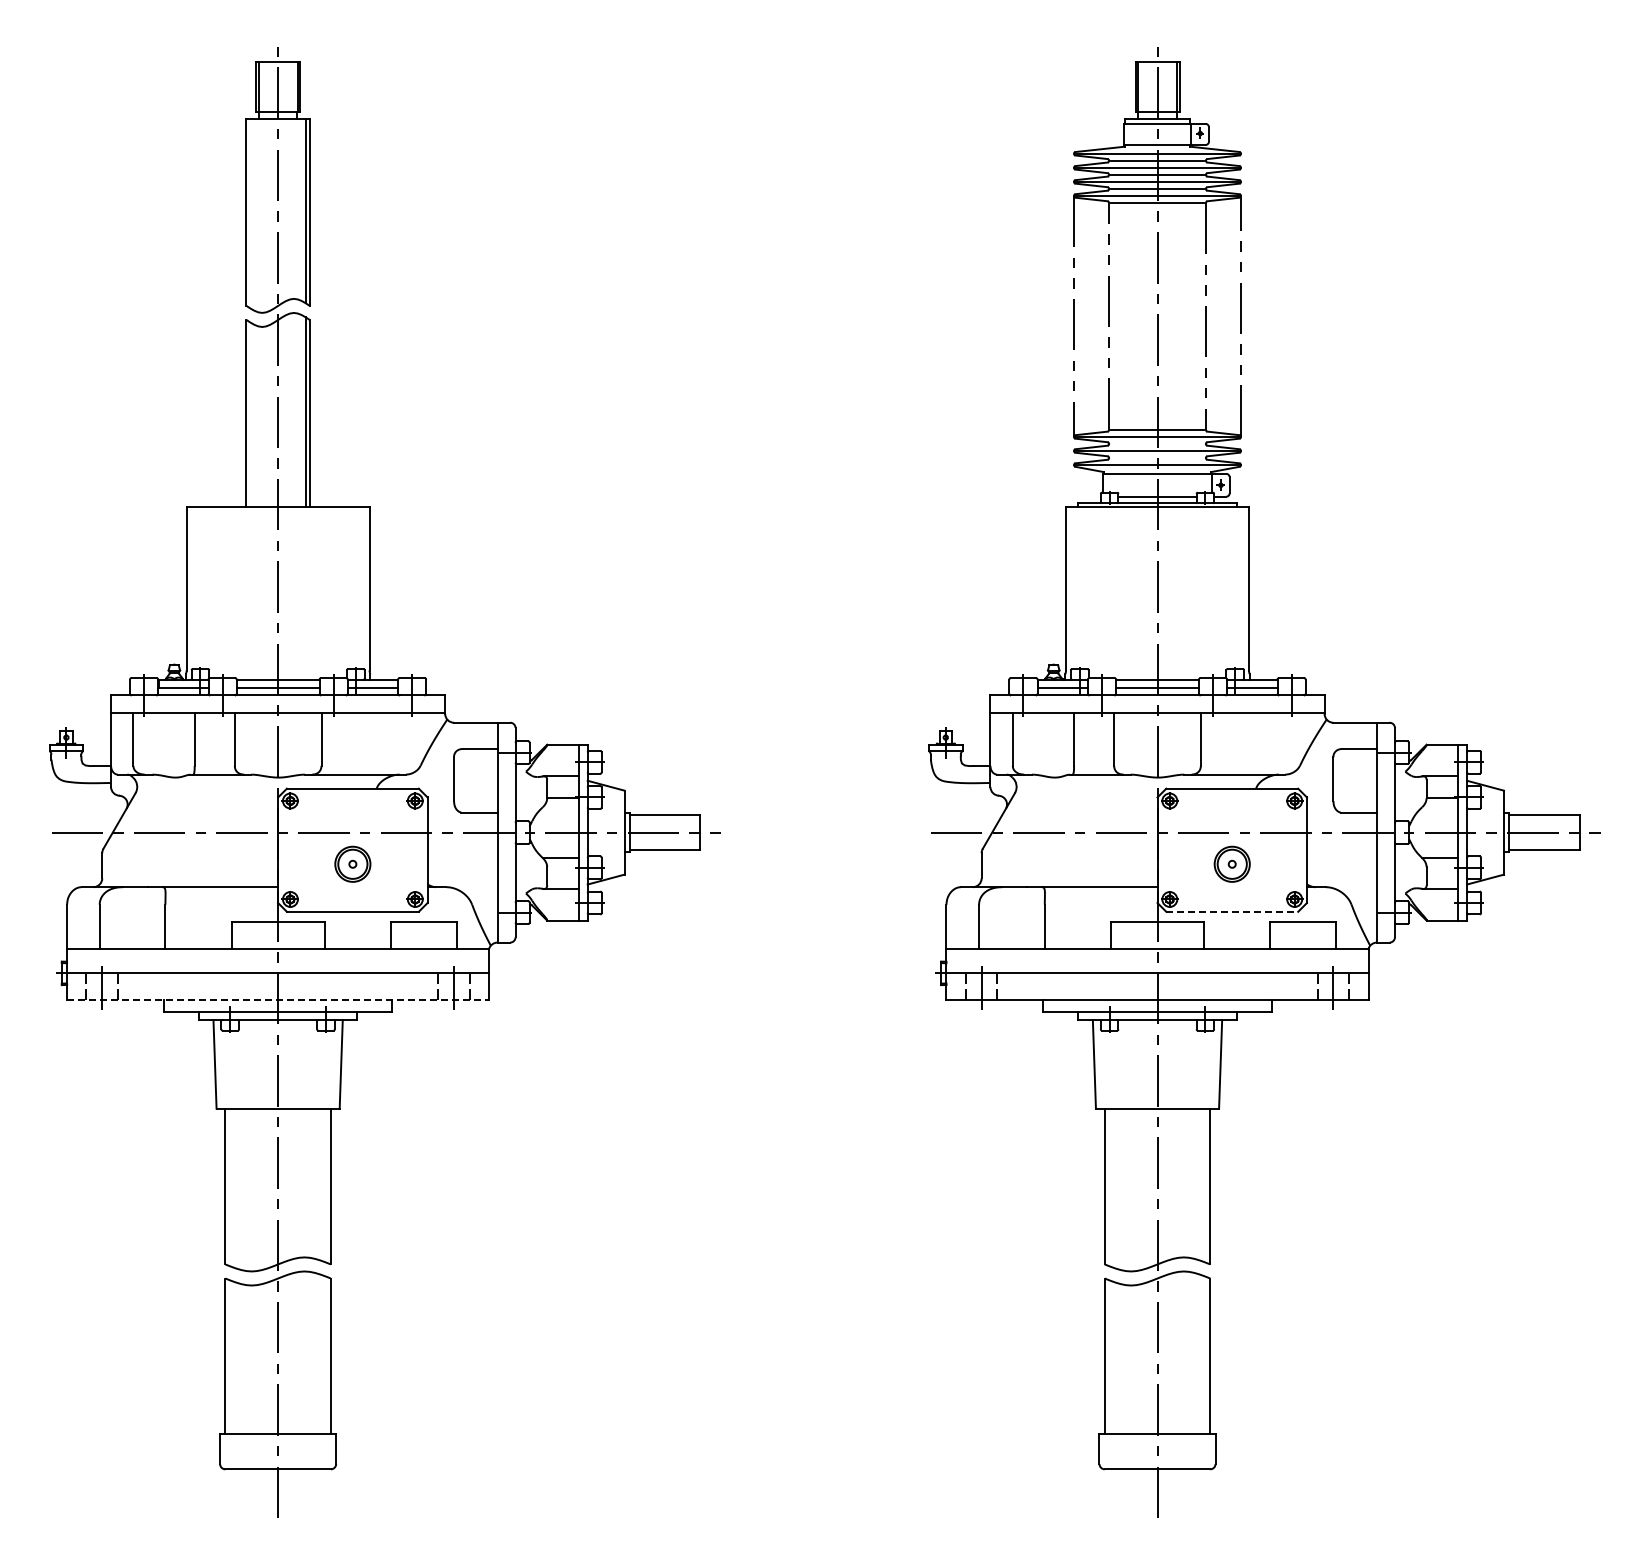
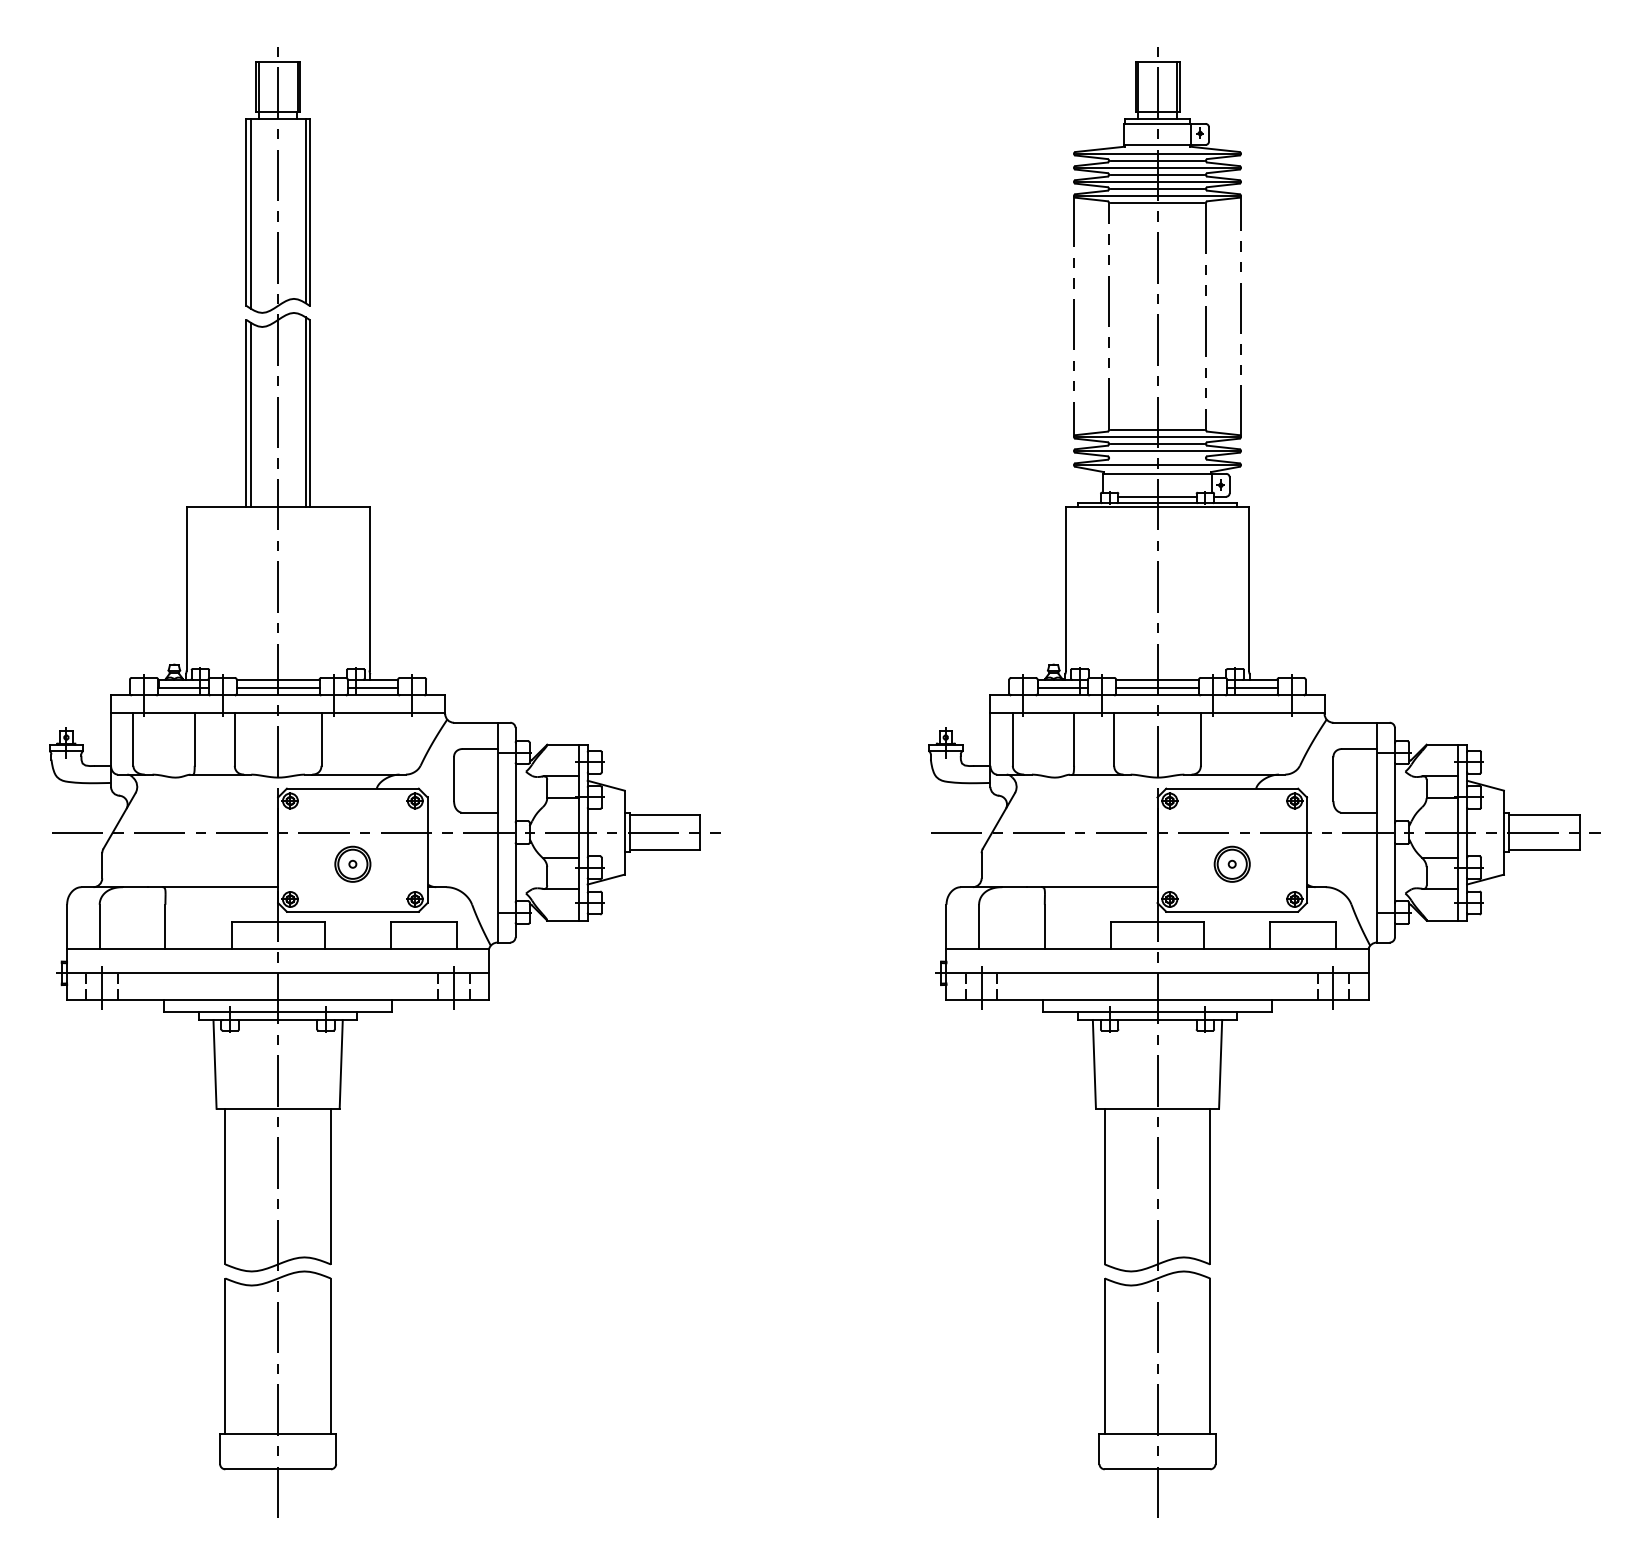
line at (250, 213): none -> present
line at (250, 414): none -> present
line at (1157, 443): none -> present
line at (1232, 911): dashed -> solid
line at (278, 999): dashed -> solid
